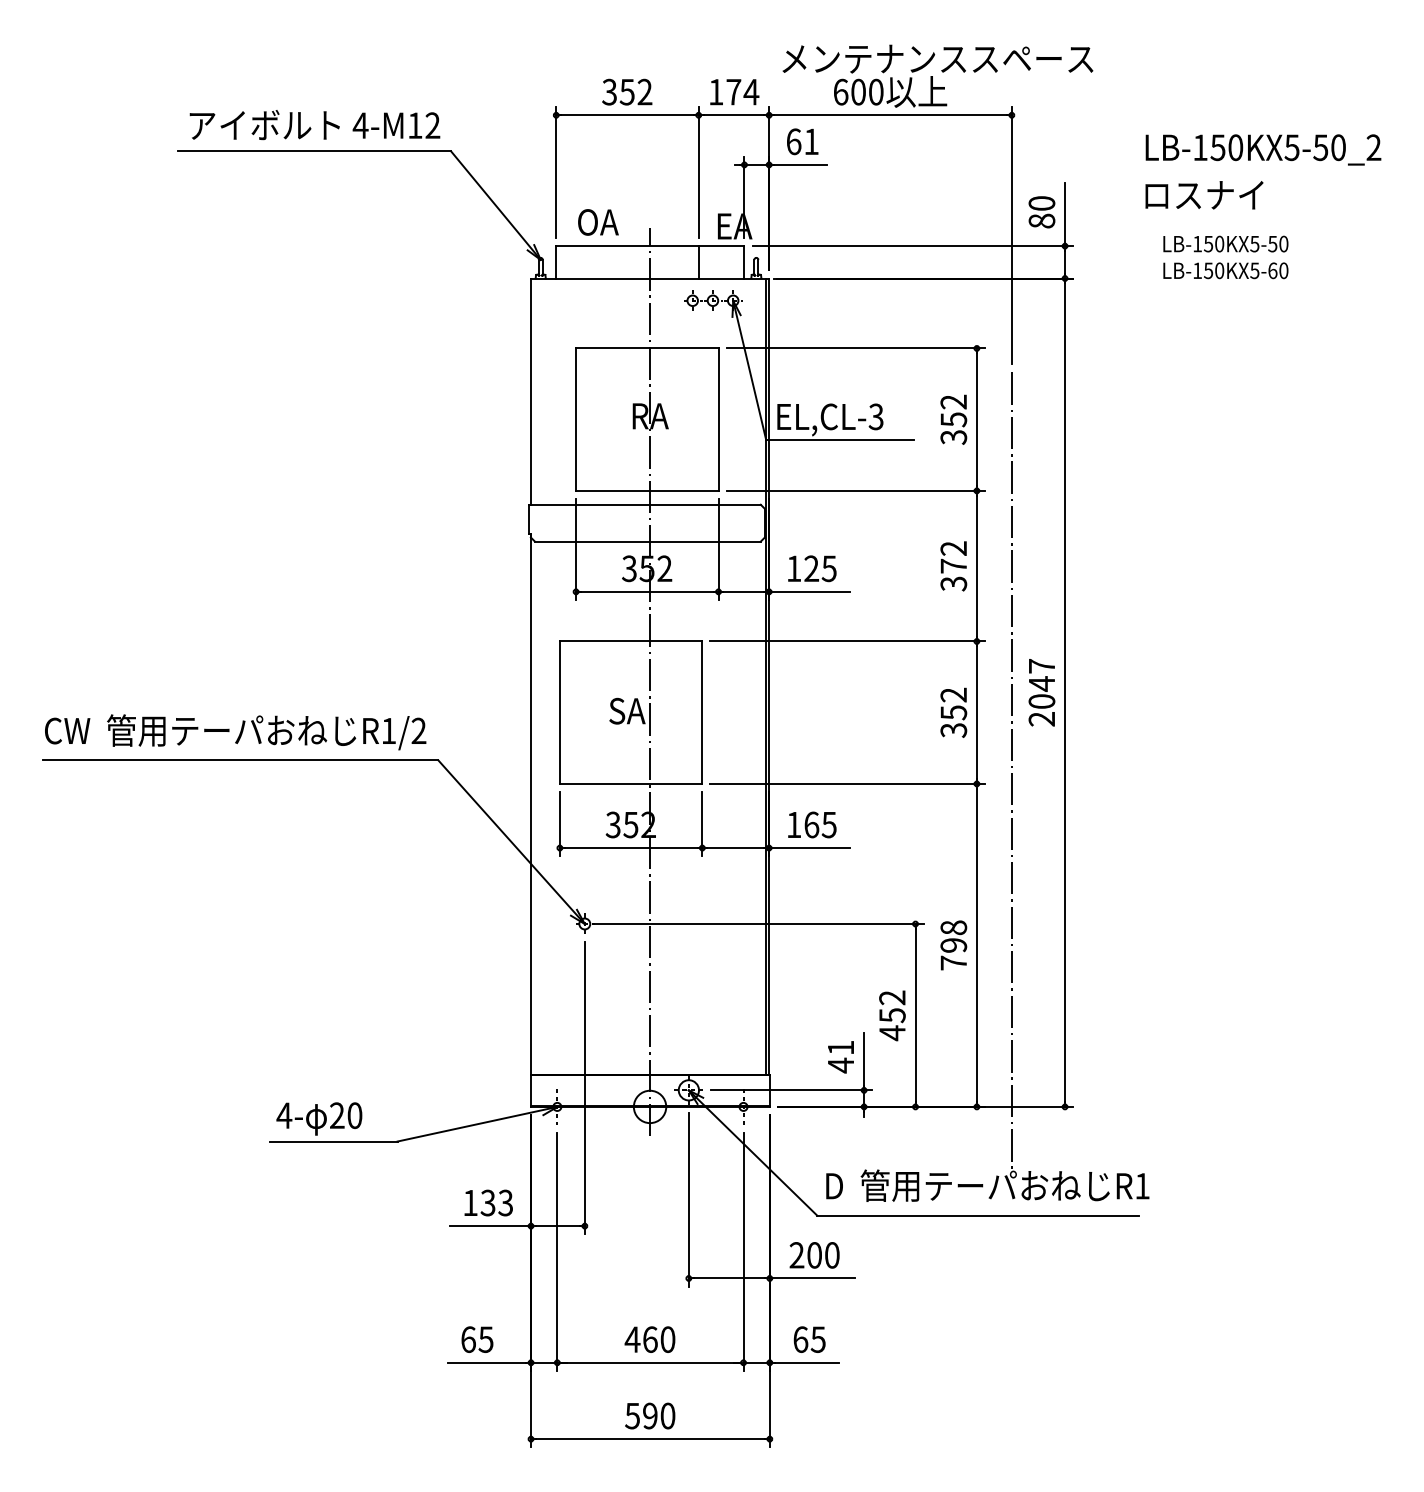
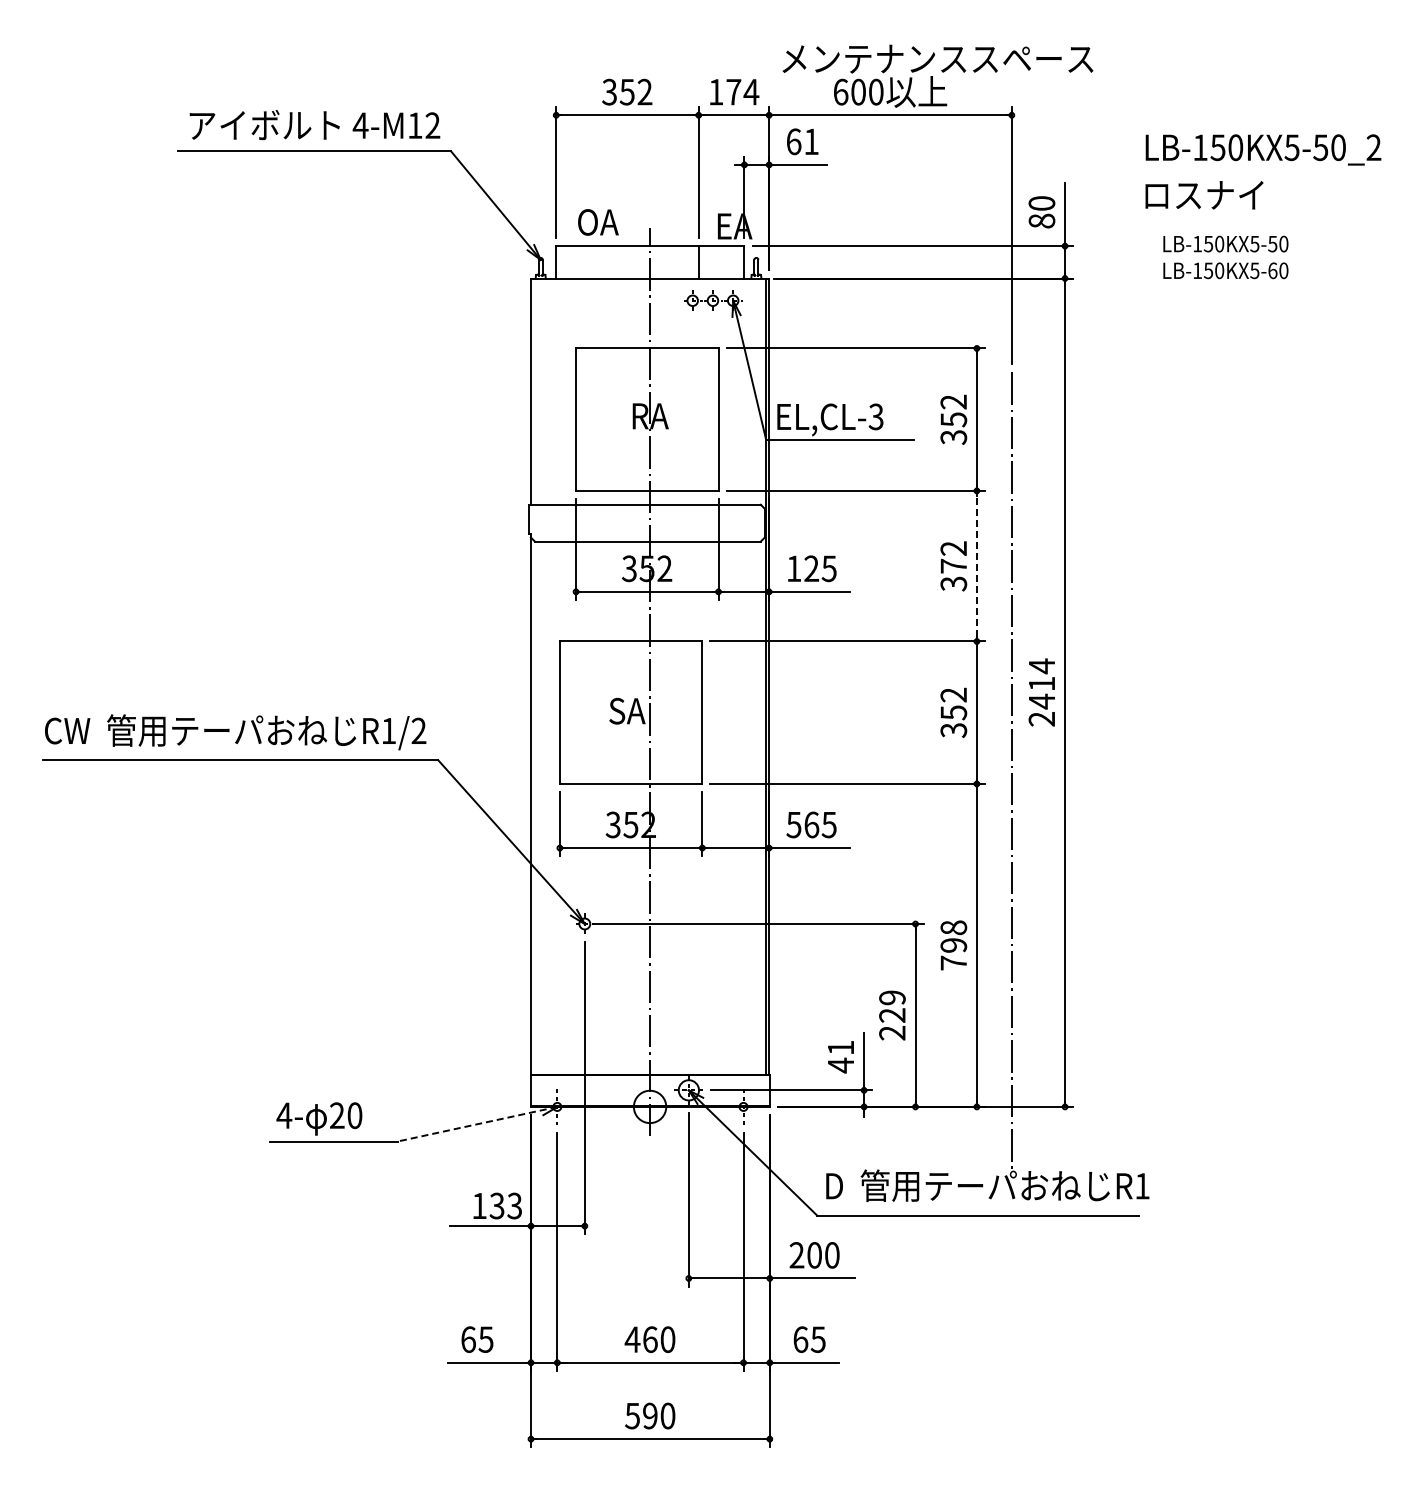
line at (976, 565): solid -> dashed
text at (1041, 683): 2047 -> 2414
text at (793, 825): 165 -> 565
text at (892, 1015): 452 -> 229
line at (477, 1124): solid -> dashed
text at (488, 1202) position: (488, 1202) -> (497, 1205)
